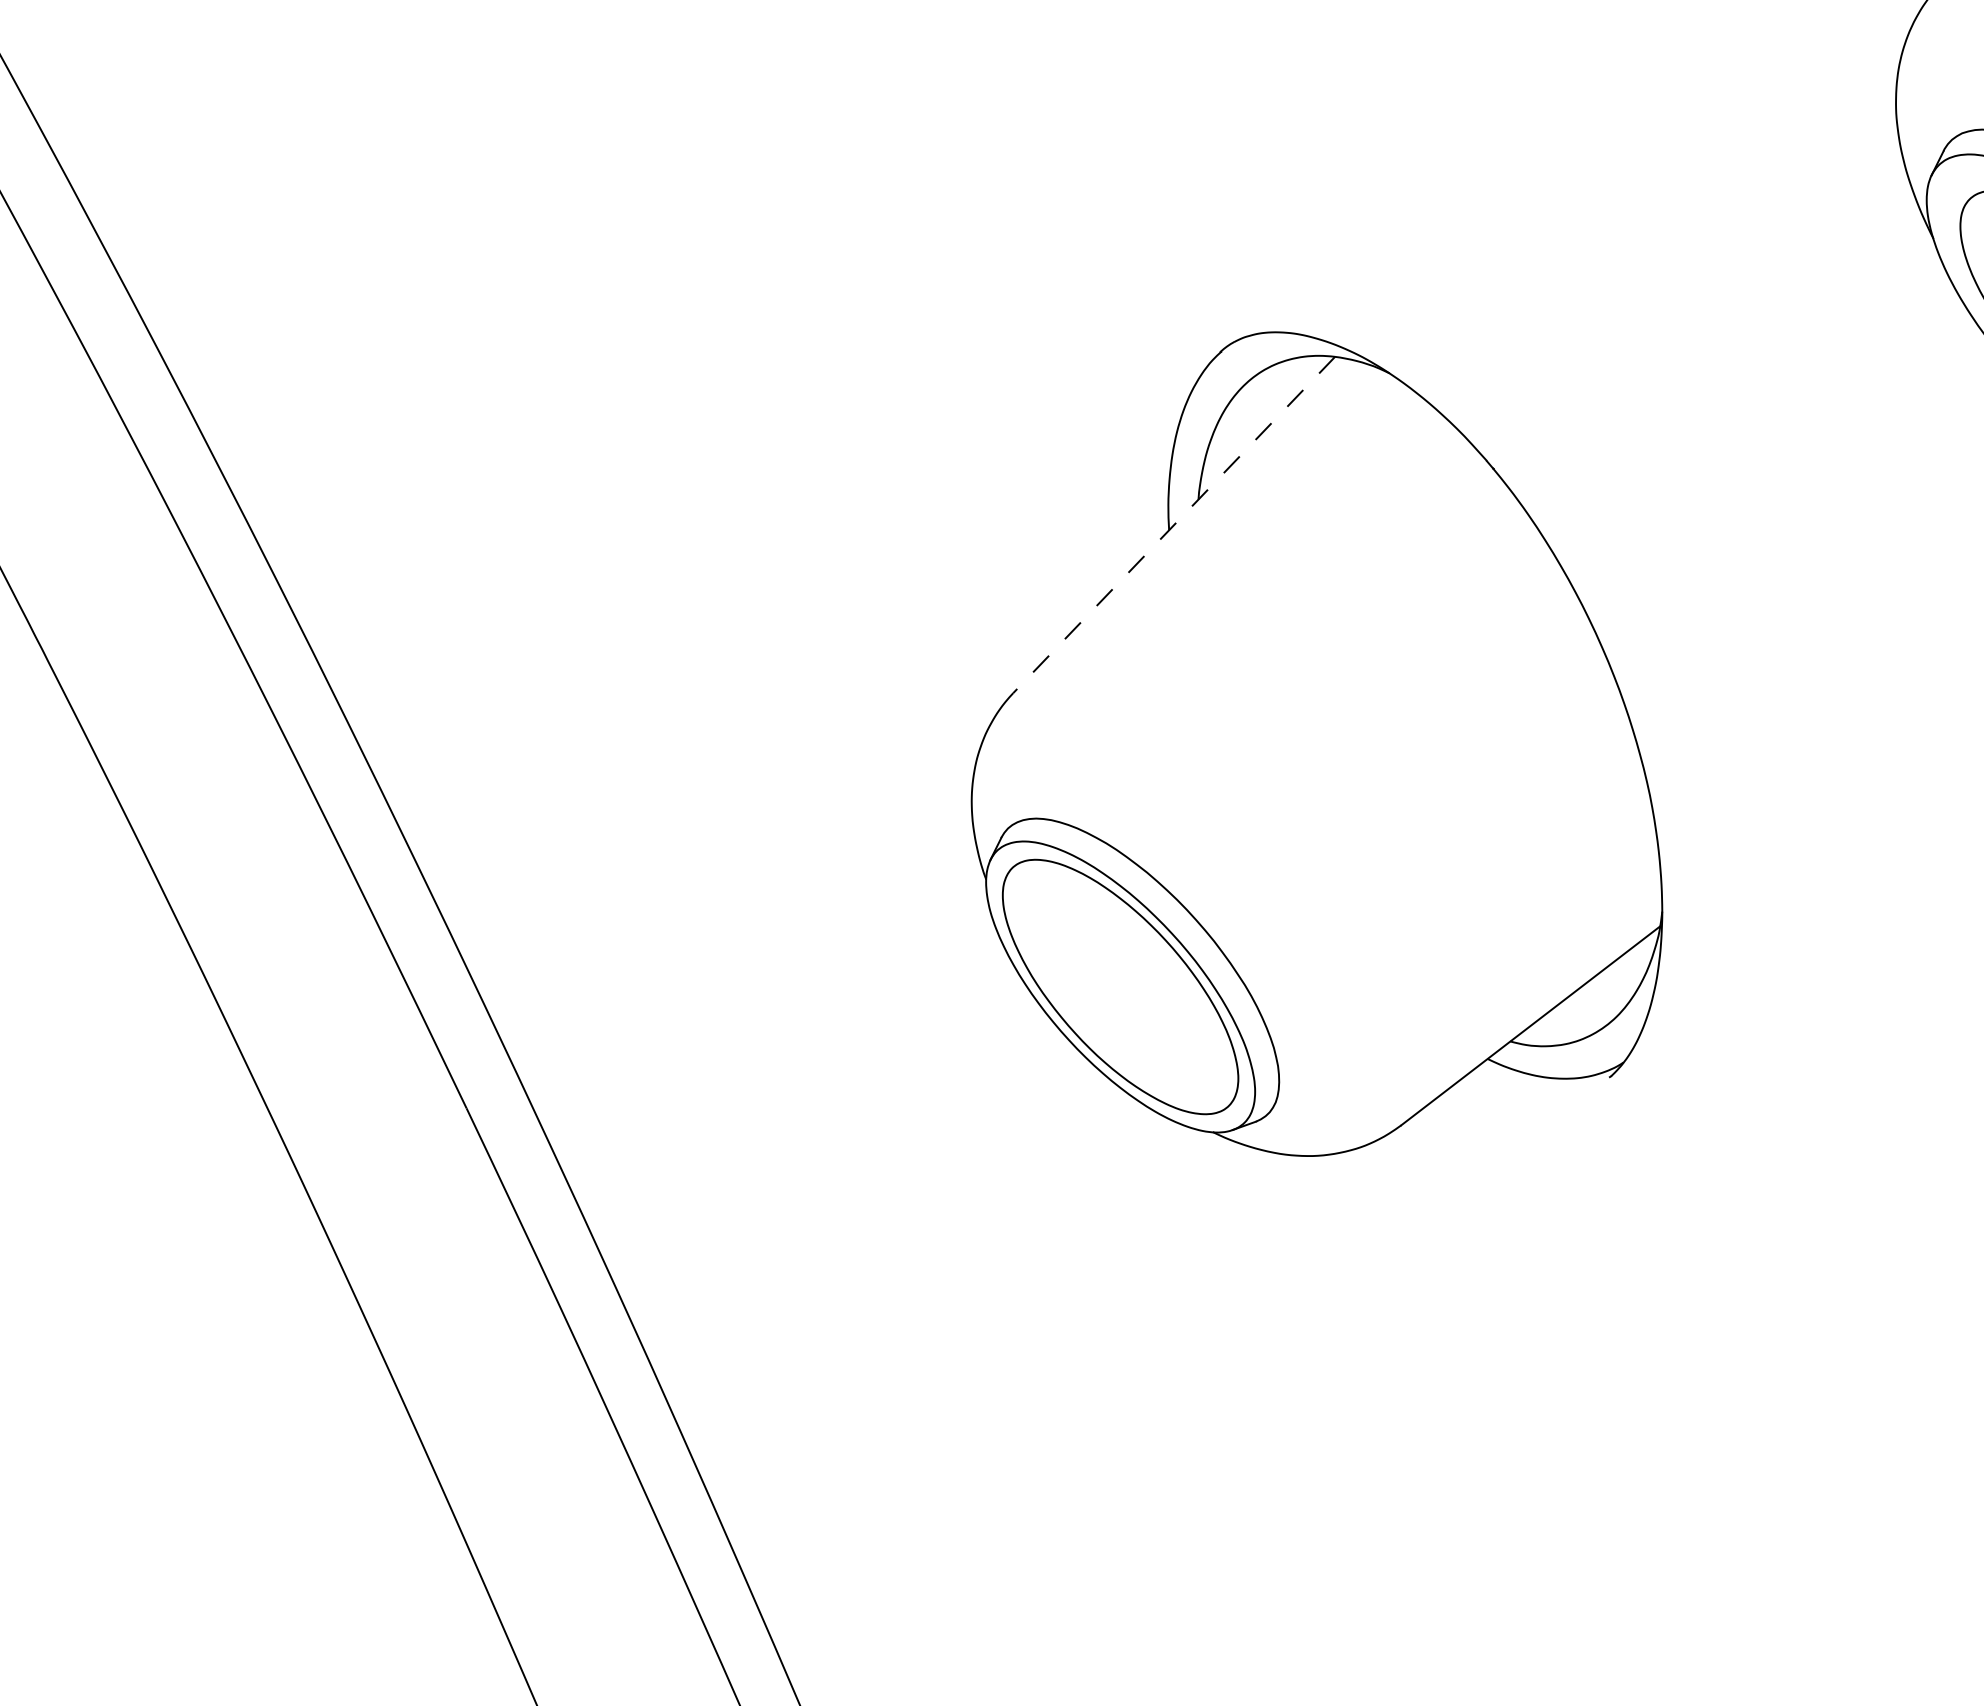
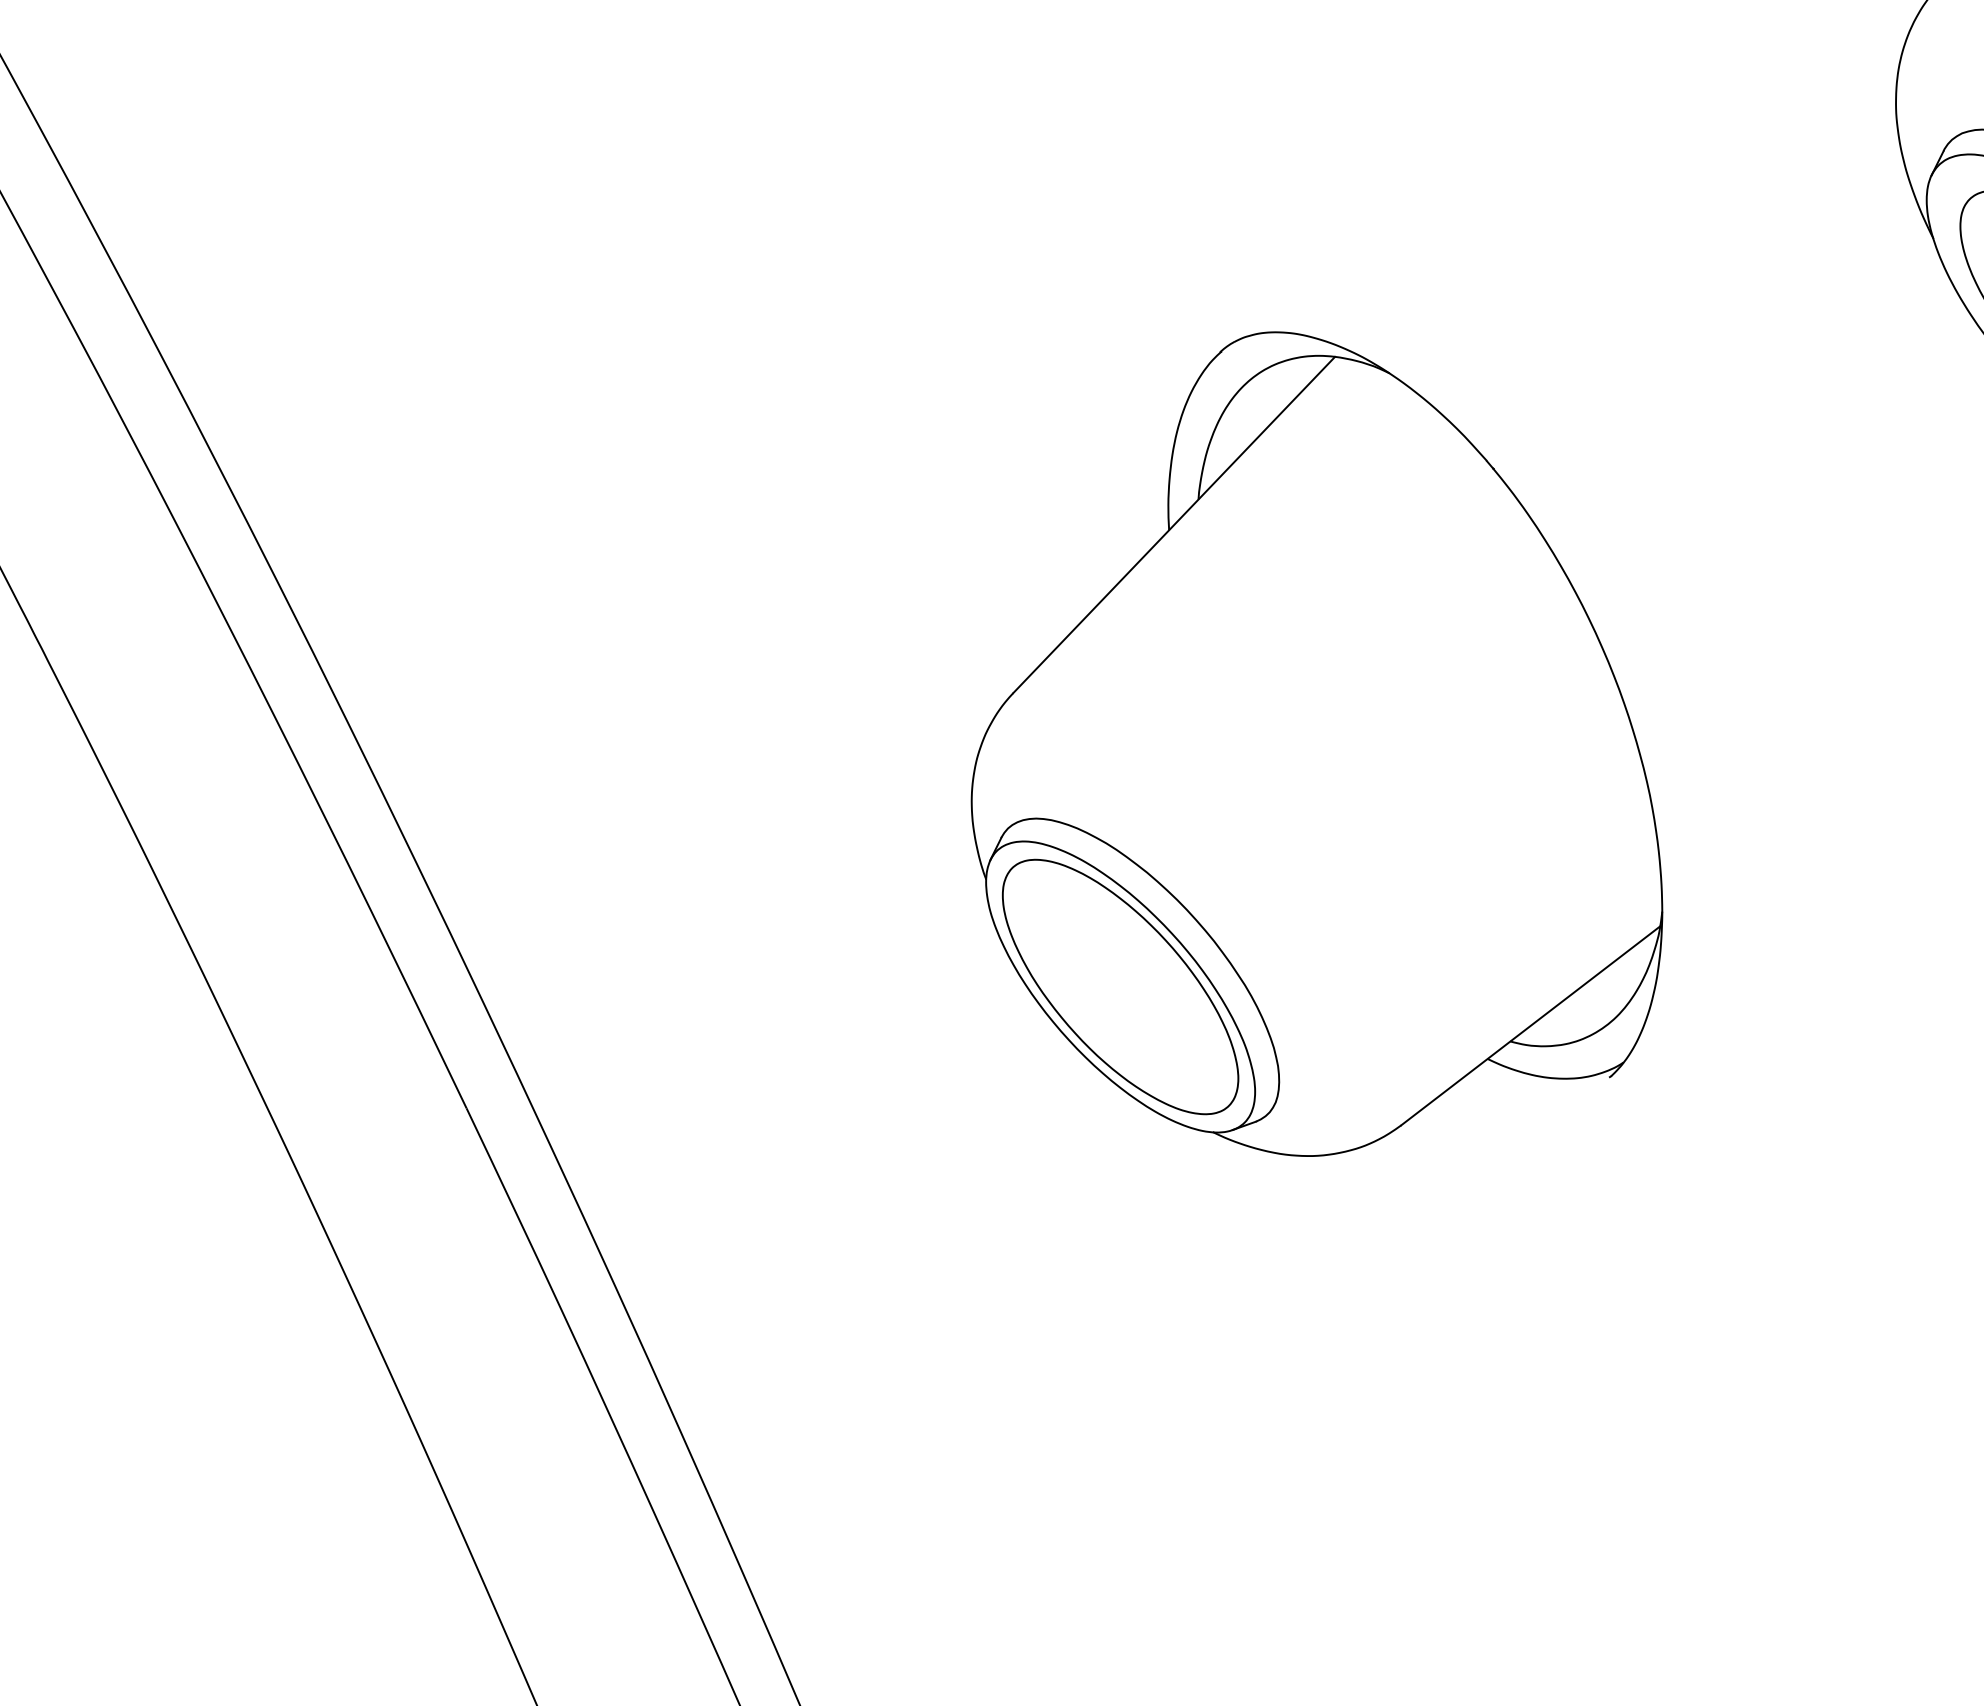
line at (1174, 524): dashed -> solid
